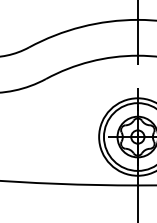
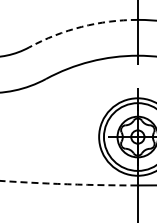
arc at (81, 26): solid -> dashed
arc at (68, 184): solid -> dashed
